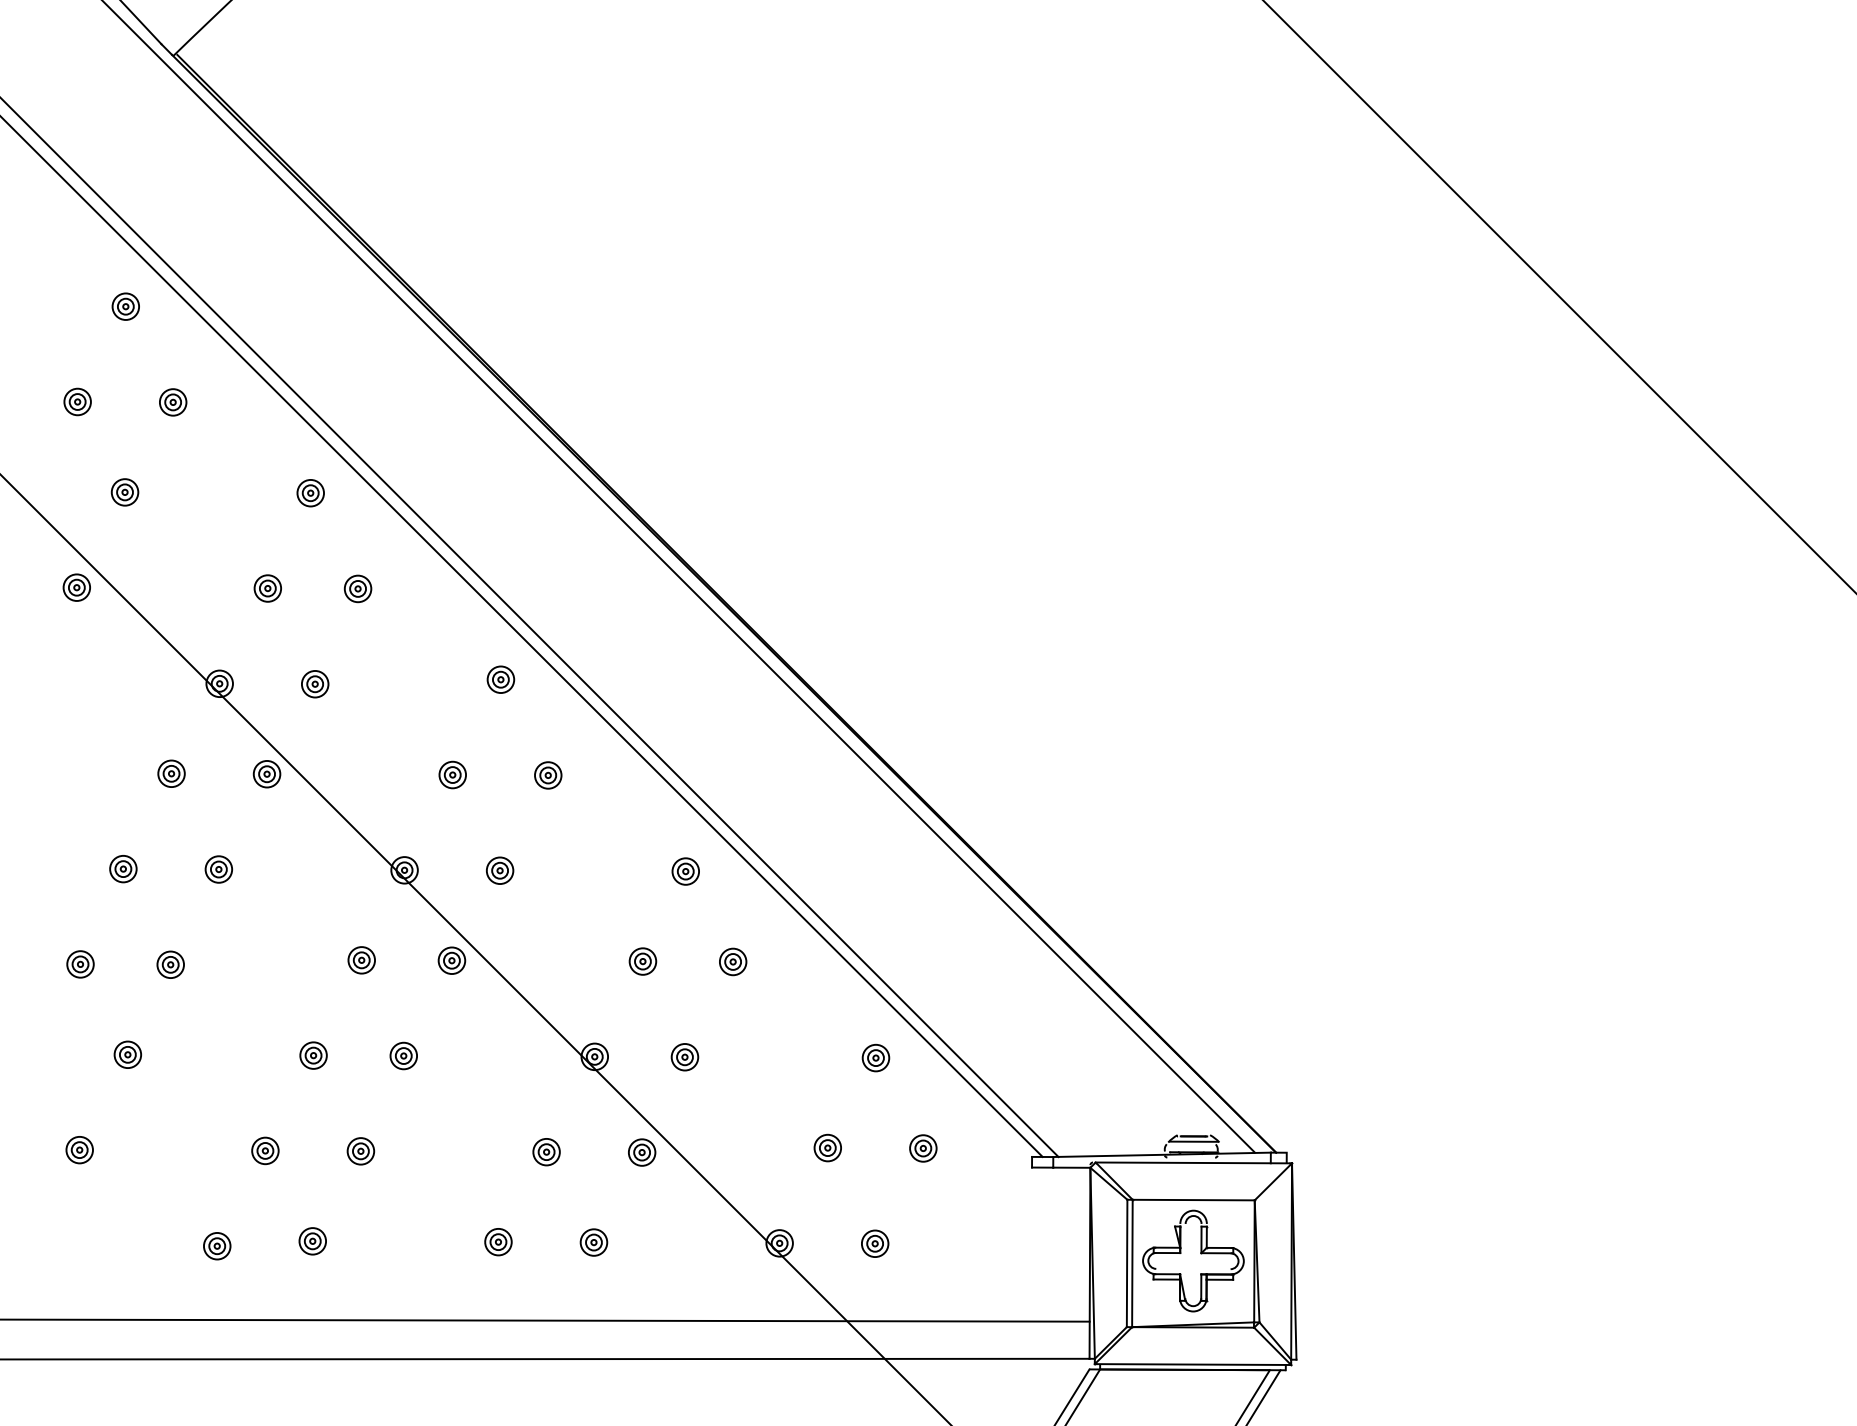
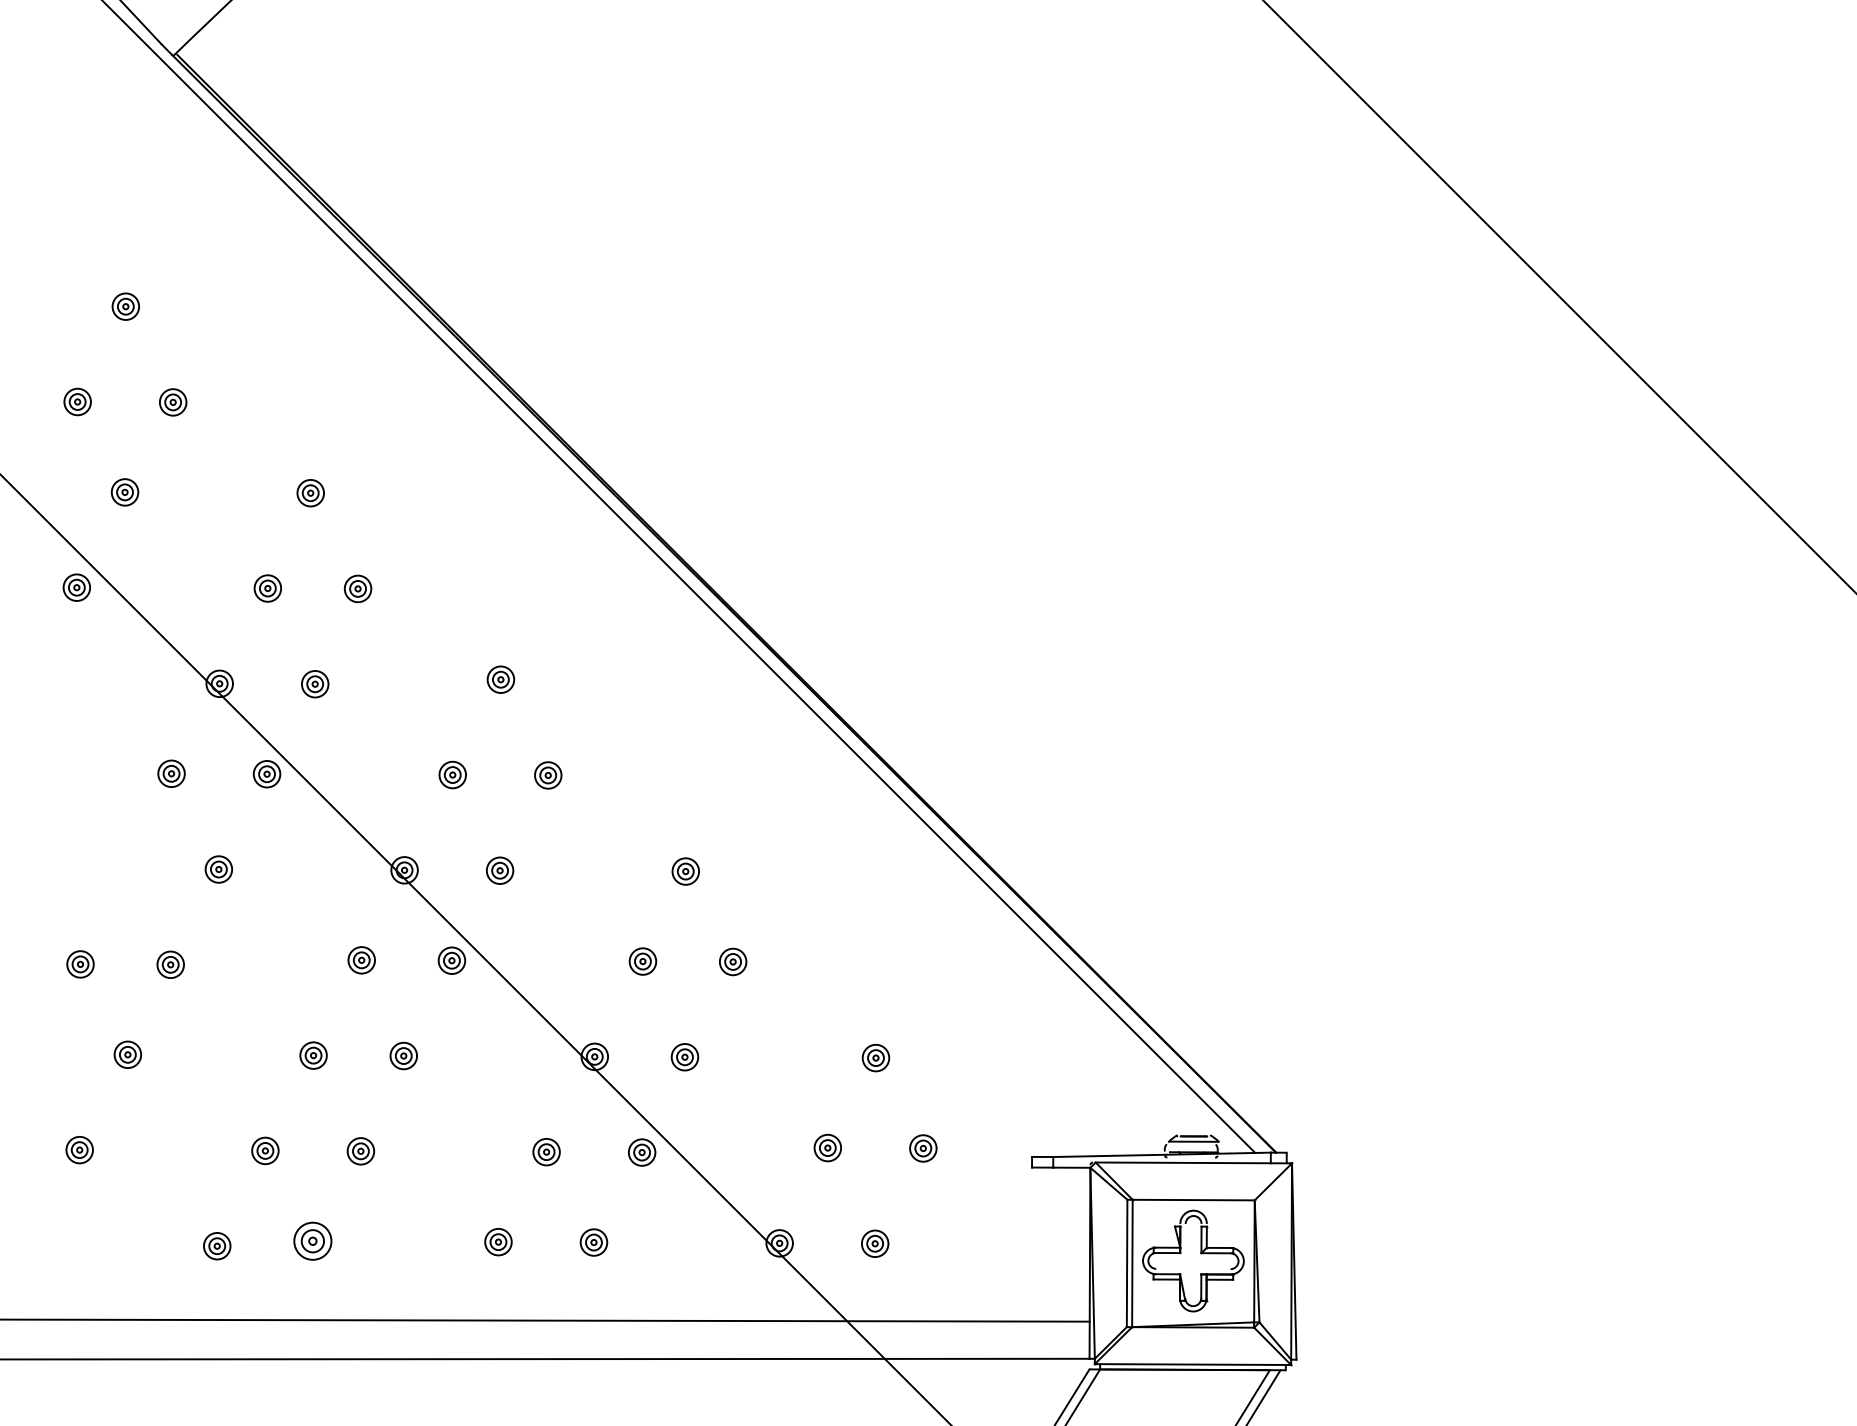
line at (530, 628): present -> none
line at (522, 636): present -> none
part at (123, 869): present -> none
part at (312, 1241) size: 29x29 px -> 40x40 px
